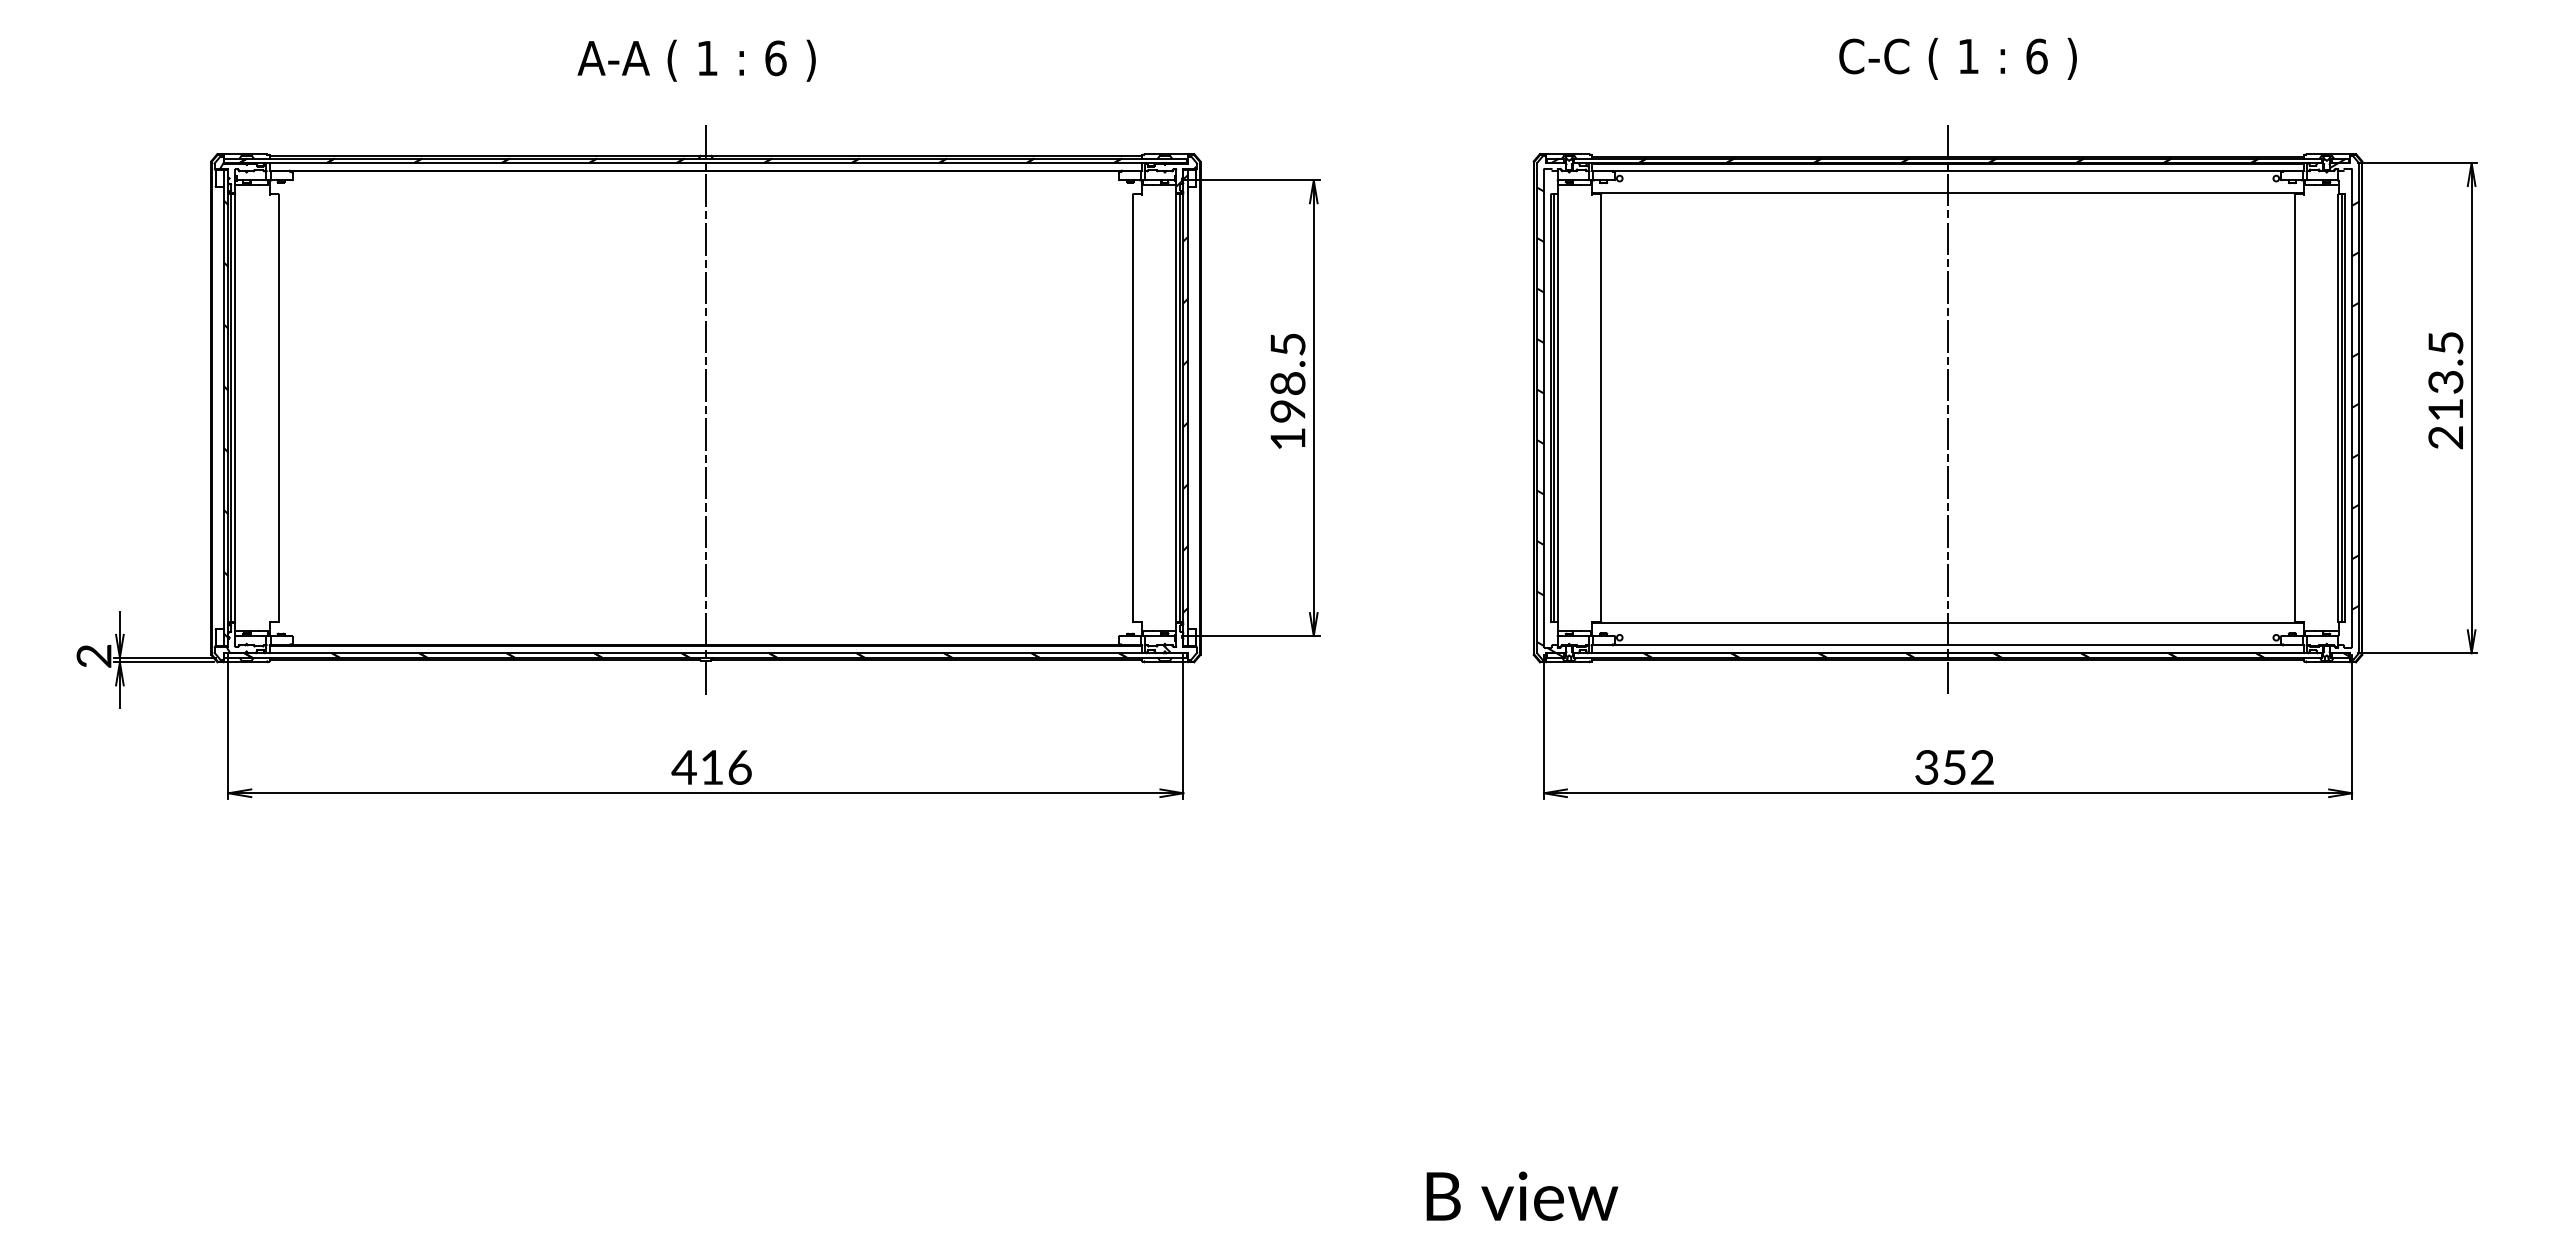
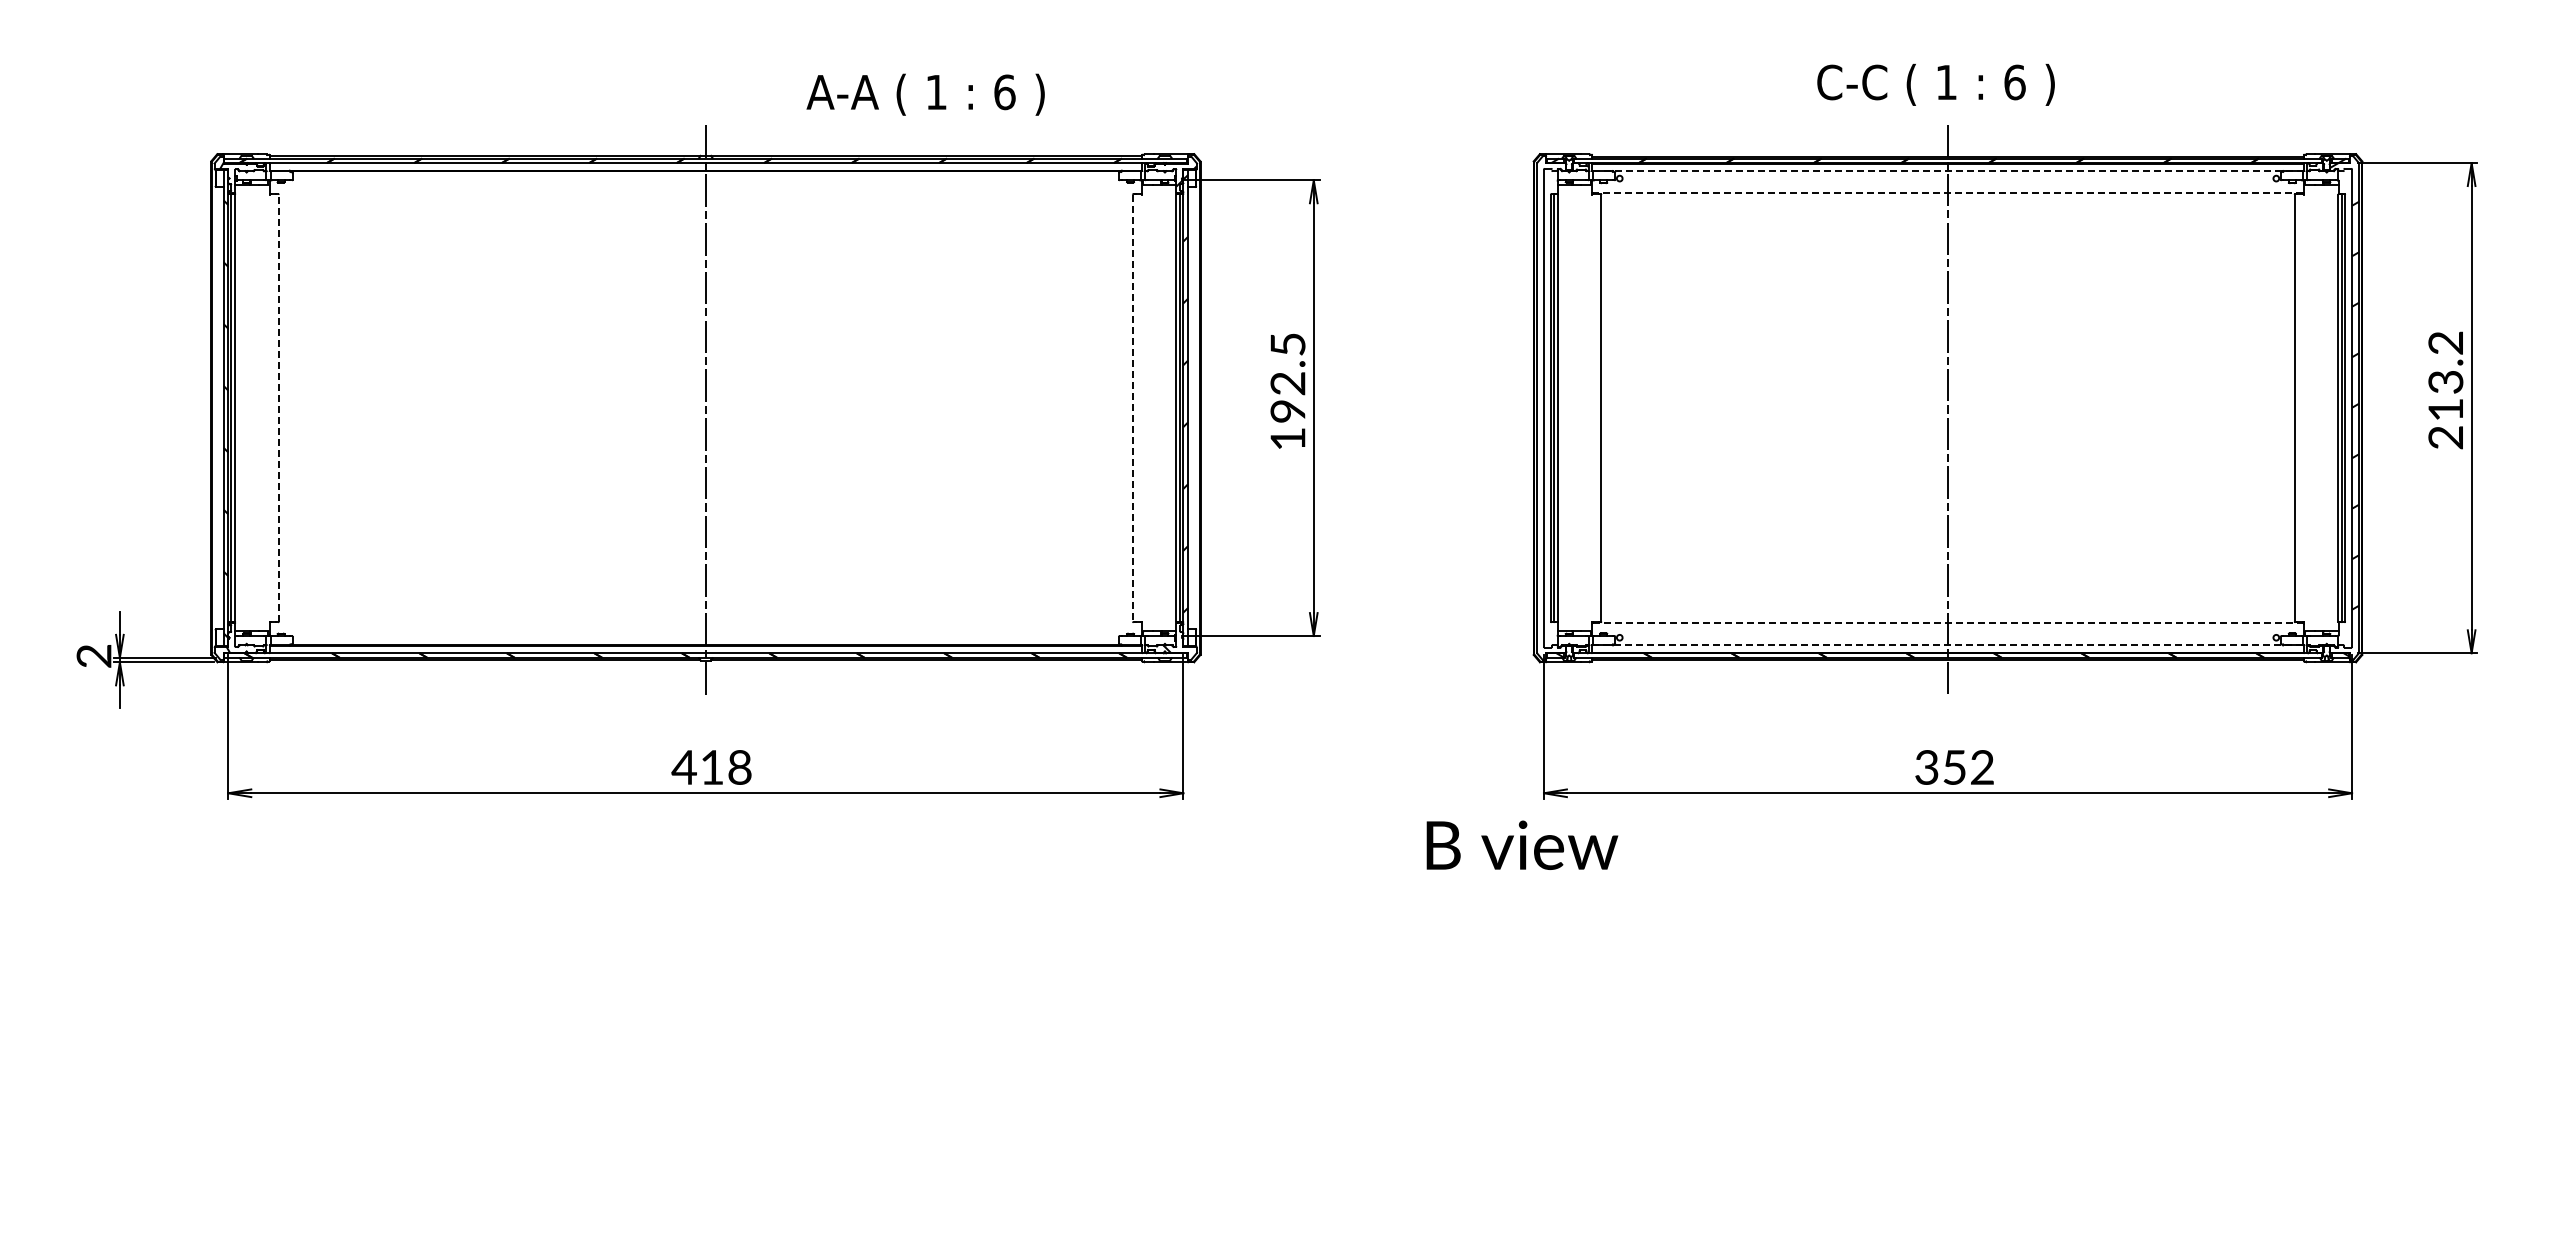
text at (1957, 58) position: (1957, 58) -> (1935, 84)
text at (696, 60) position: (696, 60) -> (925, 94)
line at (1948, 171): solid -> dashed
line at (1948, 193): solid -> dashed
text at (2445, 342): 213.5 -> 213.2
text at (1288, 383): 198.5 -> 192.5
line at (278, 407): solid -> dashed
line at (1132, 408): solid -> dashed
hatch at (1546, 420): present -> none
line at (1948, 622): solid -> dashed
line at (1948, 645): solid -> dashed
text at (739, 767): 416 -> 418
text at (1522, 1195) position: (1522, 1195) -> (1522, 844)
